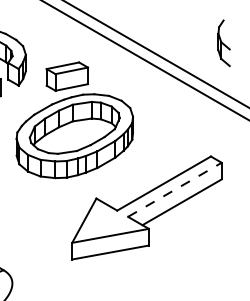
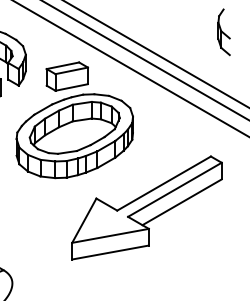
part at (223, 43) position: (223, 43) -> (223, 32)
line at (130, 68): none -> present
line at (175, 189): dashed -> solid
